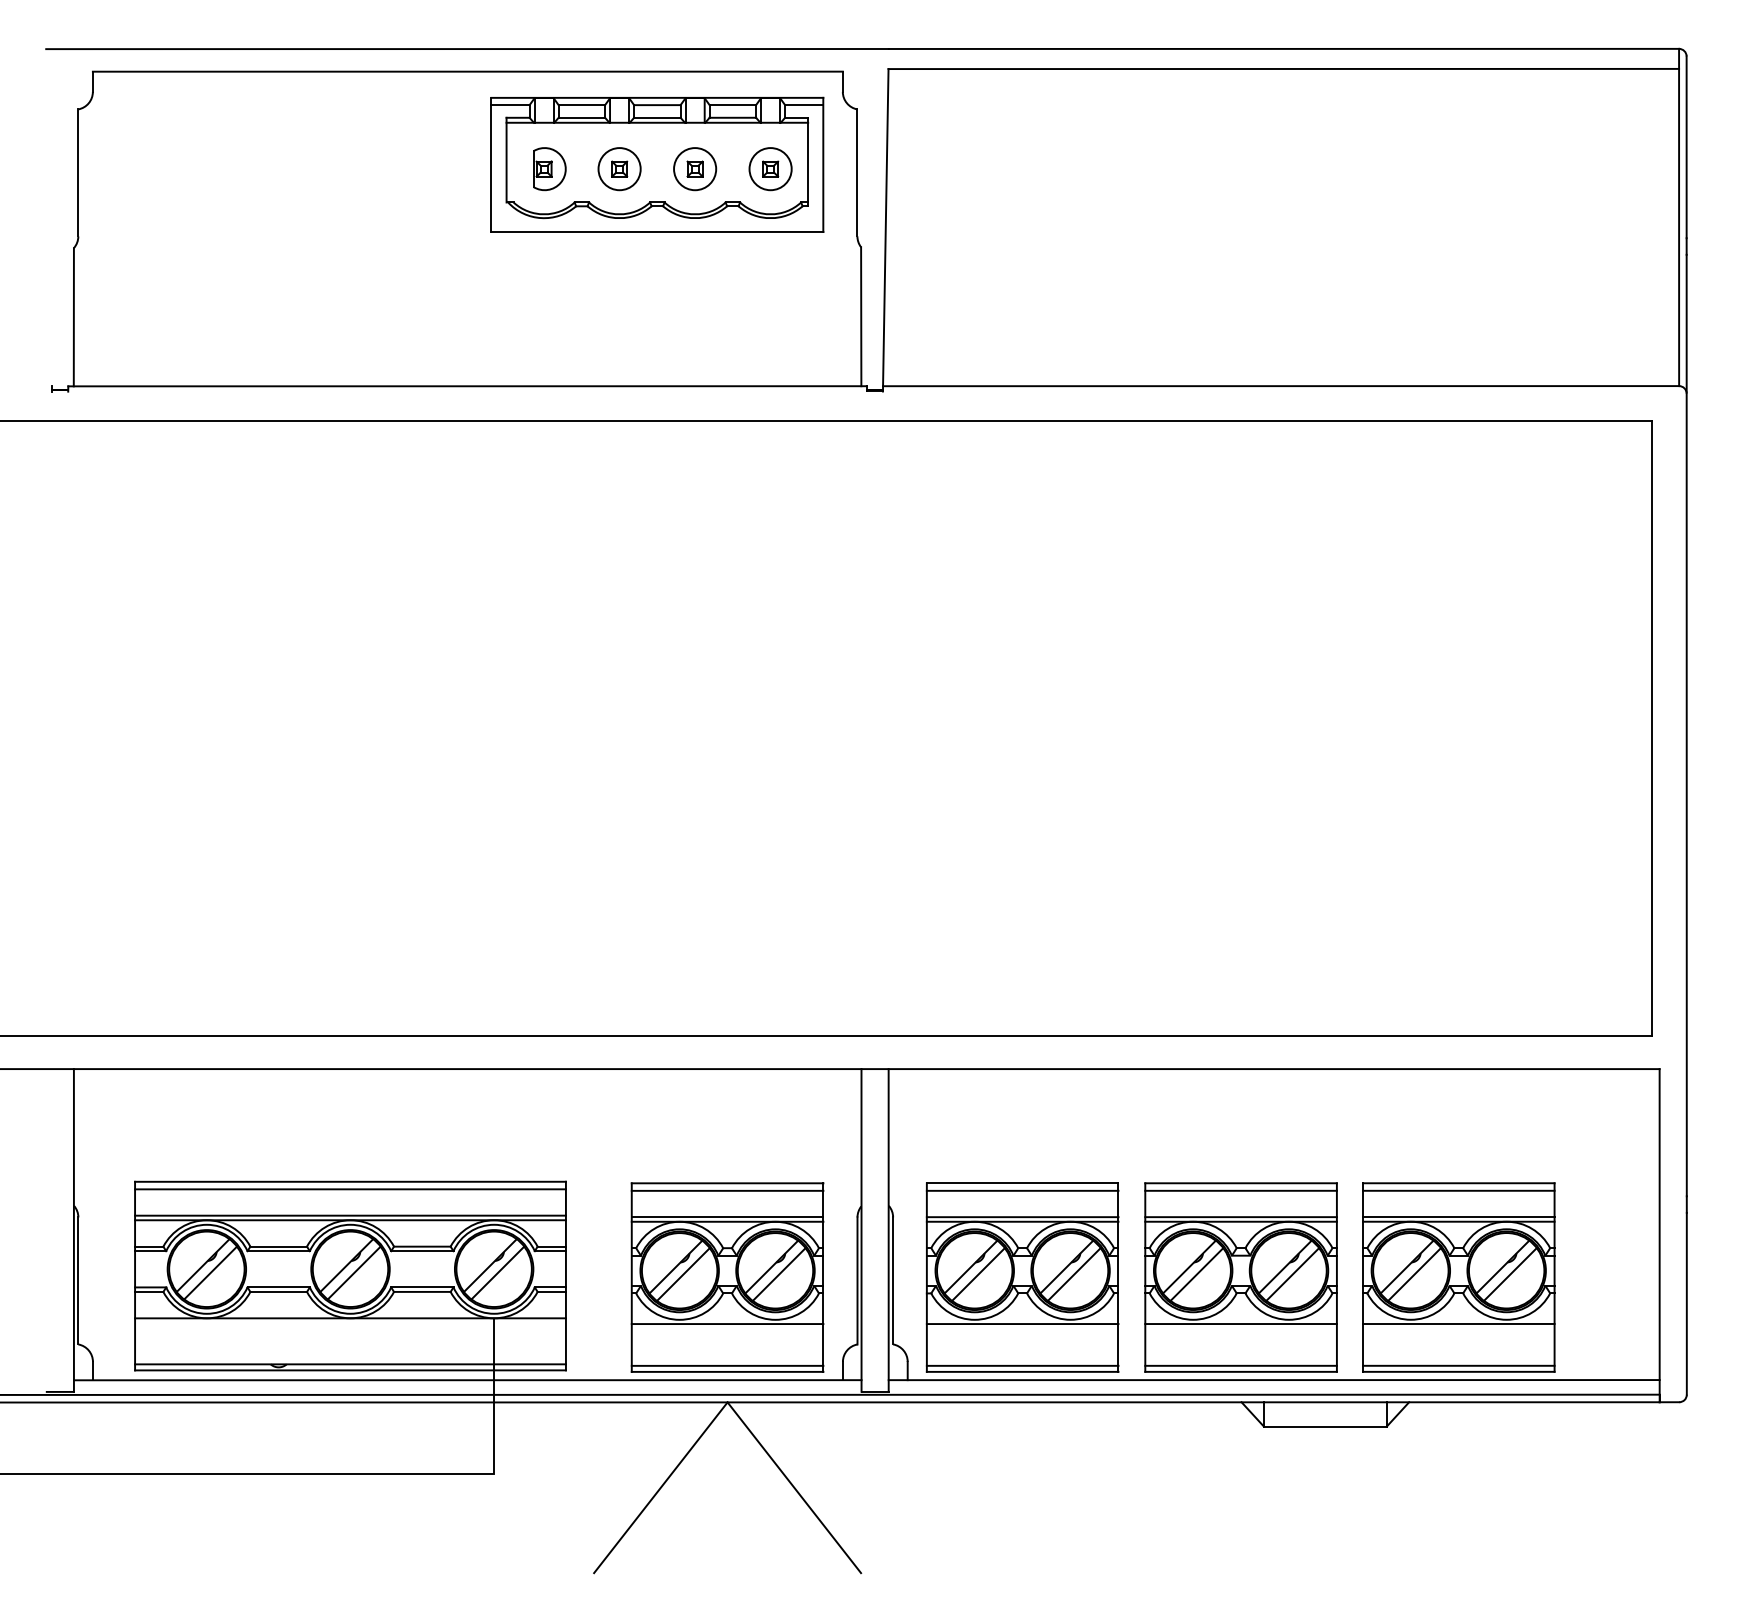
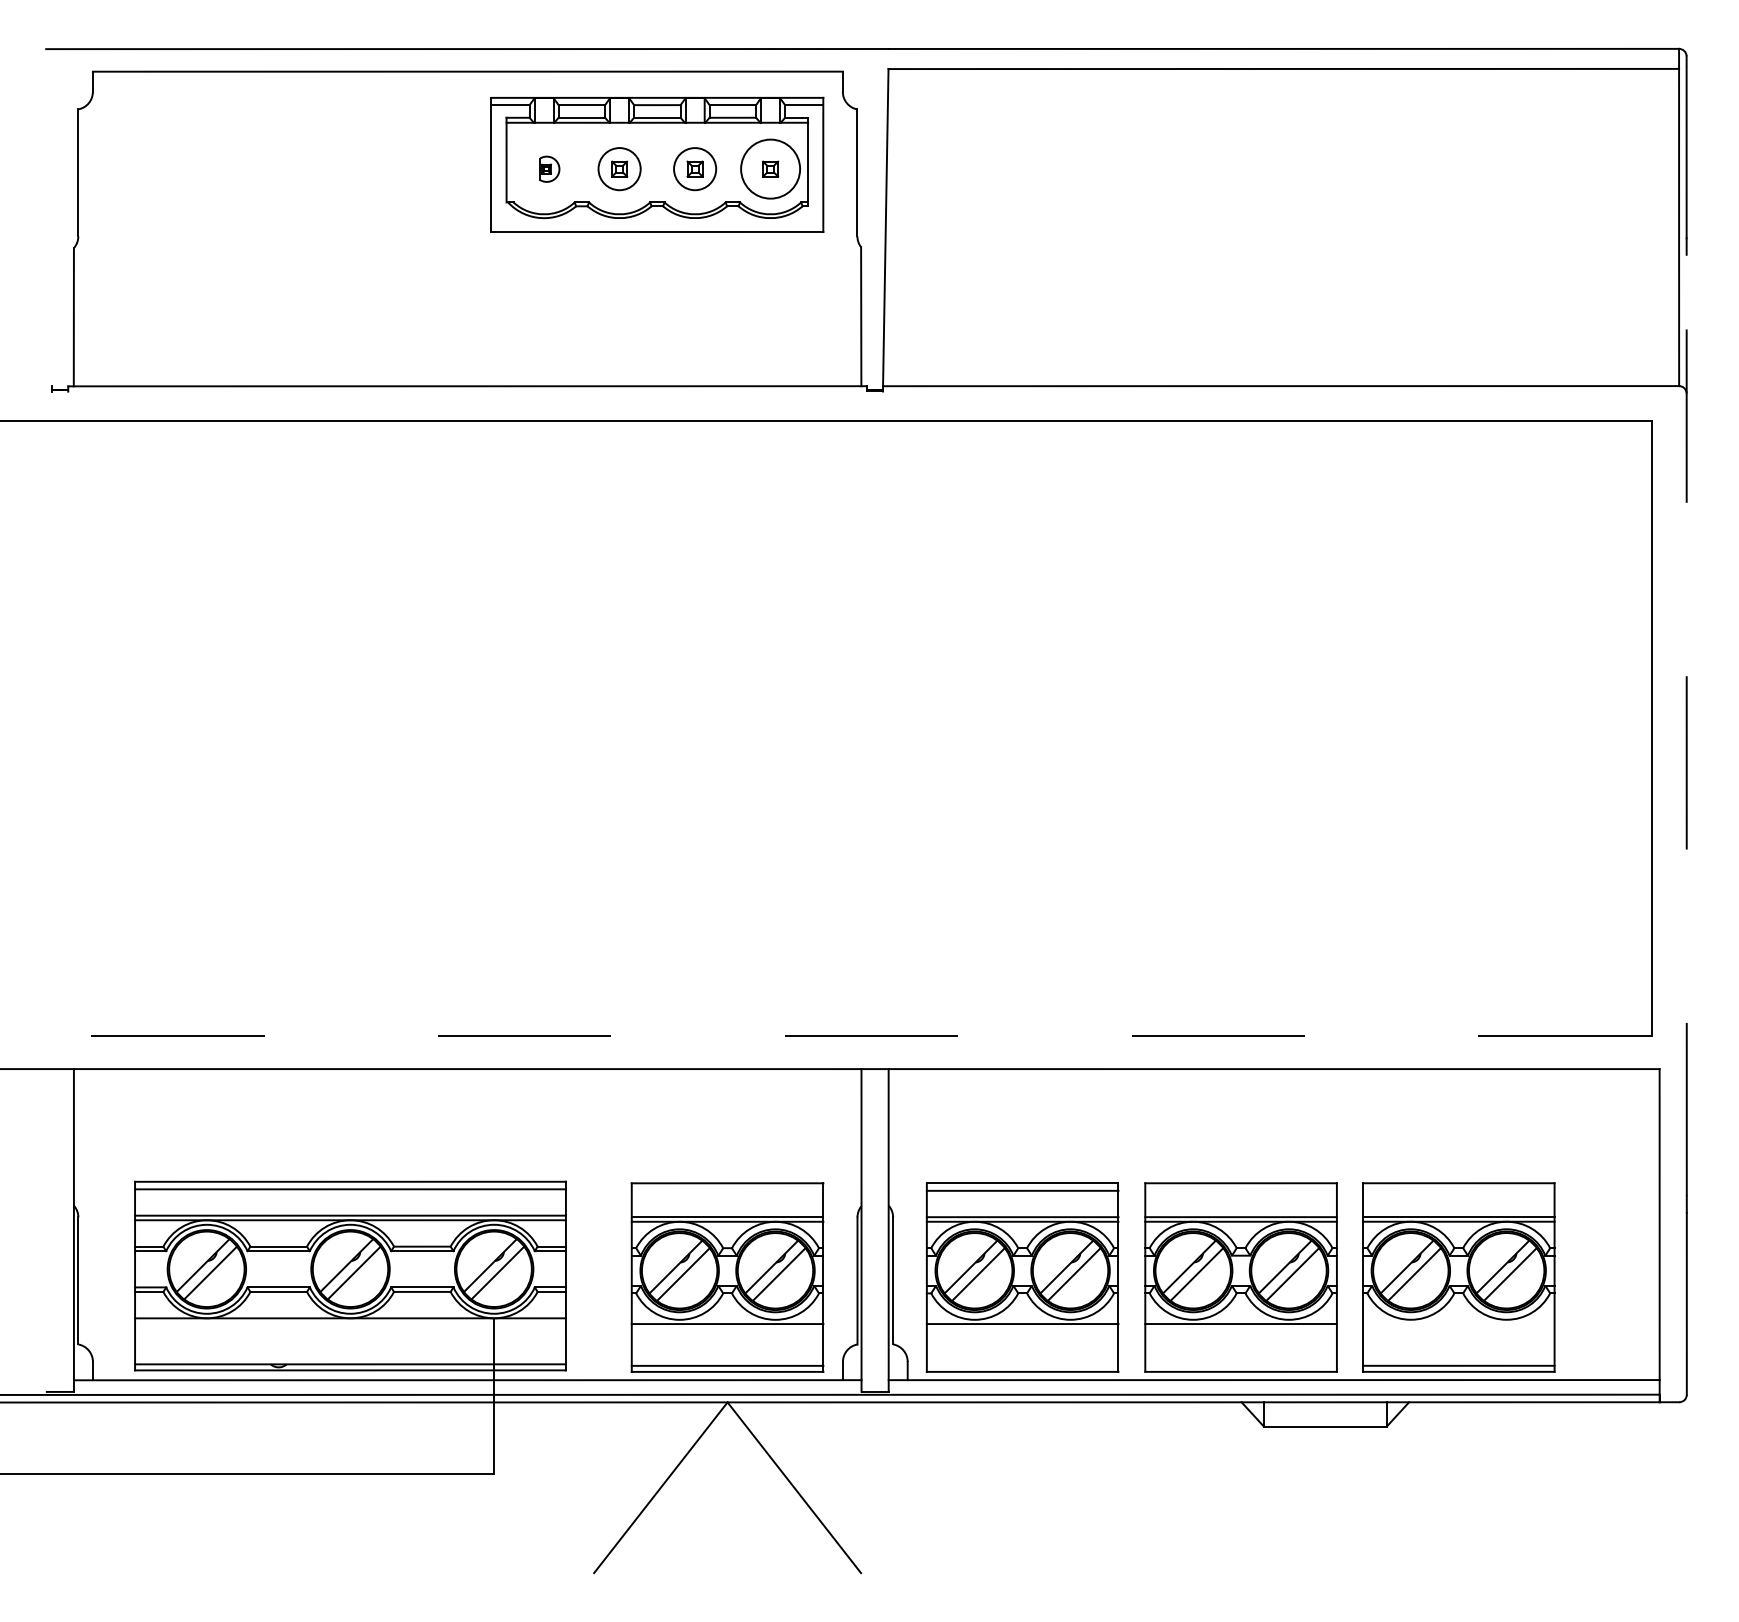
part at (549, 169) size: 34x45 px -> 22x28 px
circle at (770, 169) diameter: 42 px -> 59 px
line at (1686, 725): solid -> dashed
line at (825, 1036): solid -> dashed
line at (727, 1190): present -> none
line at (1240, 1190): present -> none
line at (1458, 1190): present -> none
line at (1458, 1323): present -> none
line at (1022, 1365): present -> none
line at (1240, 1365): present -> none
